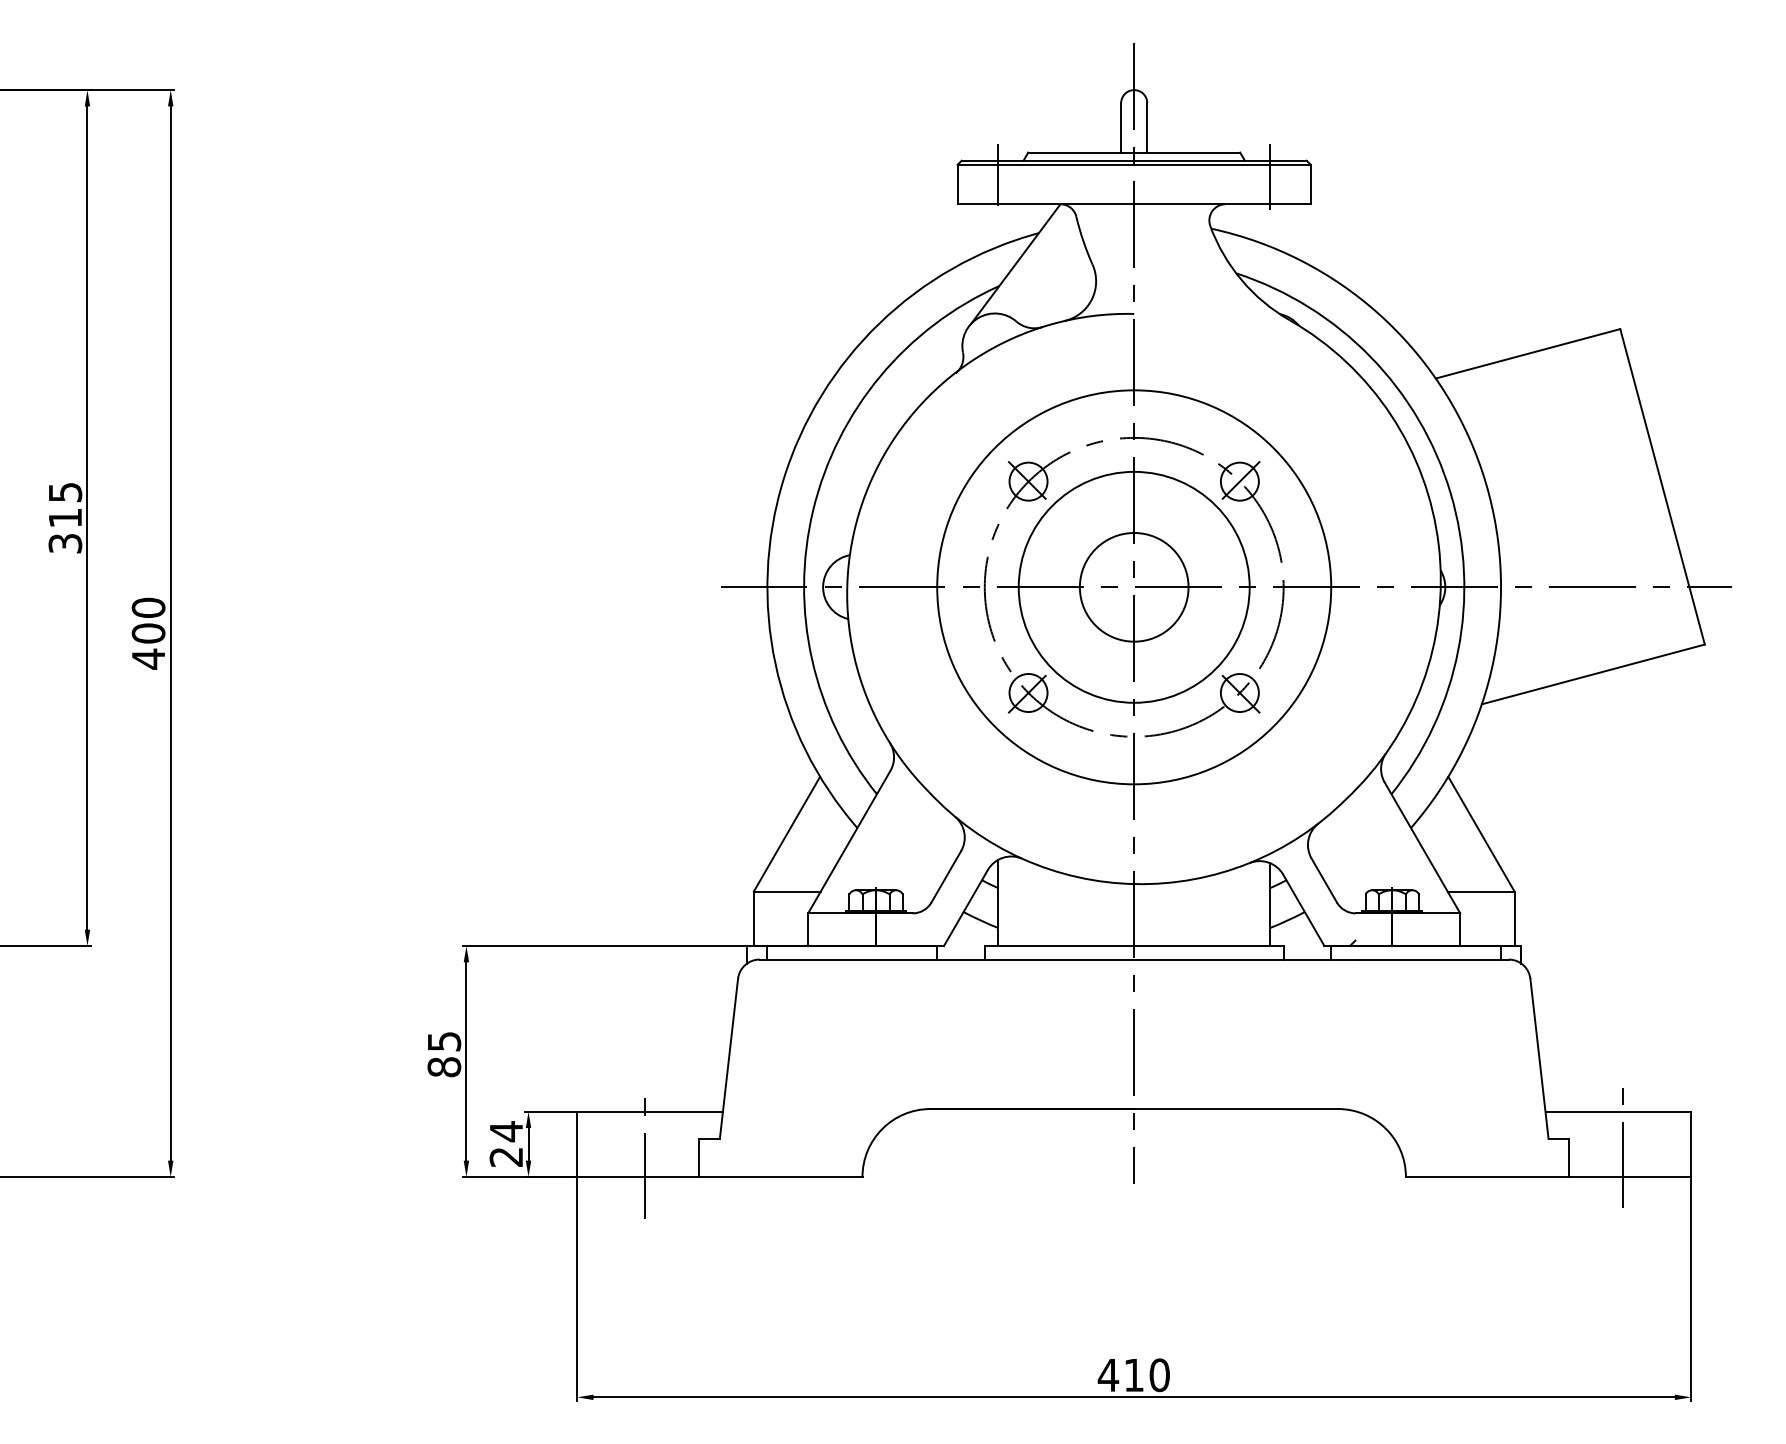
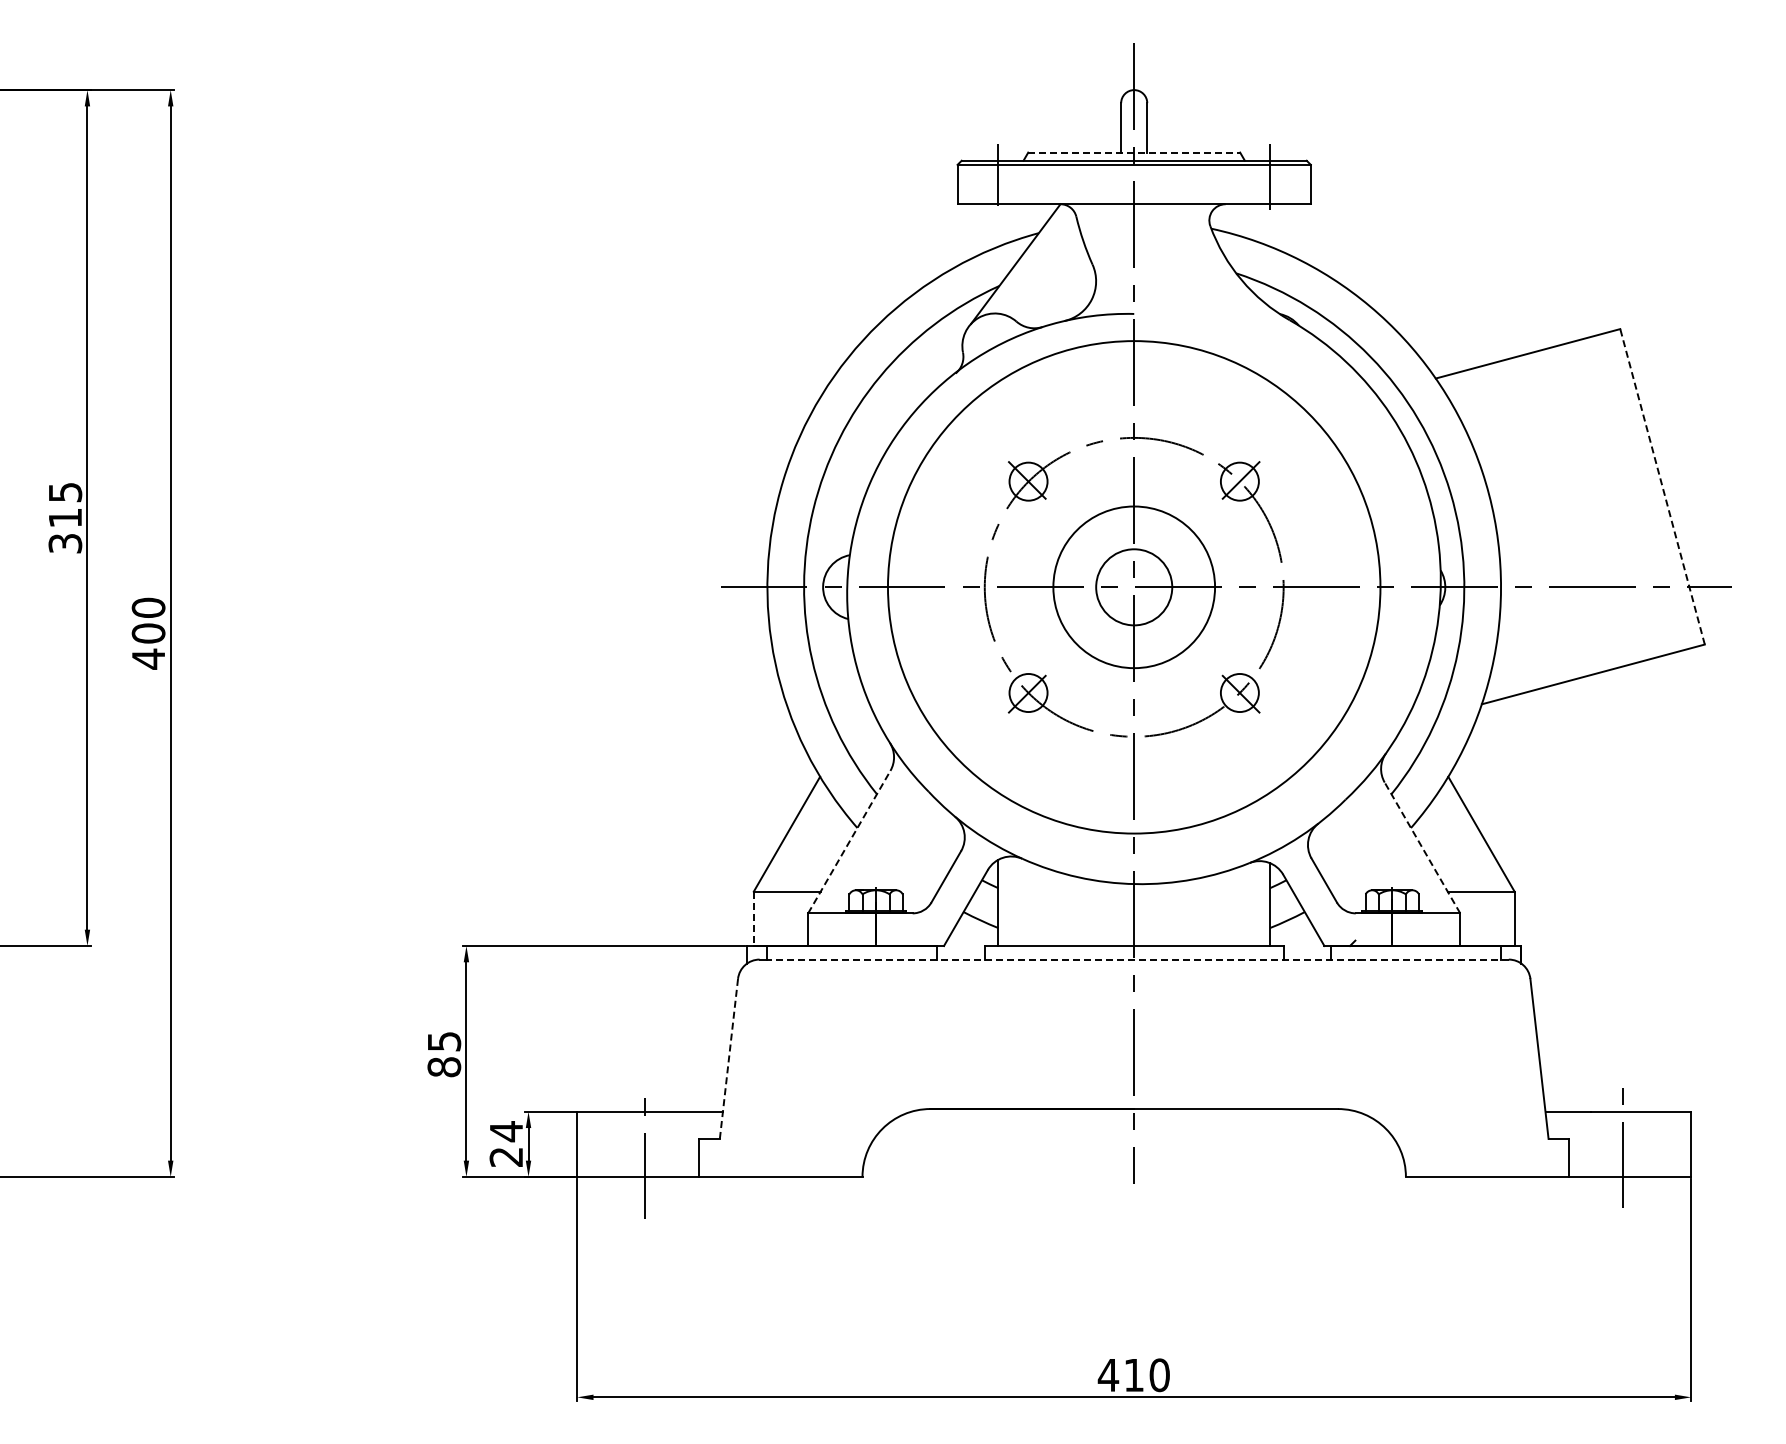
line at (1134, 152): solid -> dashed
line at (1662, 486): solid -> dashed
circle at (1133, 586) diameter: 231 px -> 162 px
circle at (1133, 587) diameter: 109 px -> 76 px
circle at (1134, 587) diameter: 394 px -> 492 px
line at (849, 841): solid -> dashed
line at (1422, 847): solid -> dashed
line at (753, 919): solid -> dashed
line at (1138, 959): solid -> dashed
line at (728, 1058): solid -> dashed
